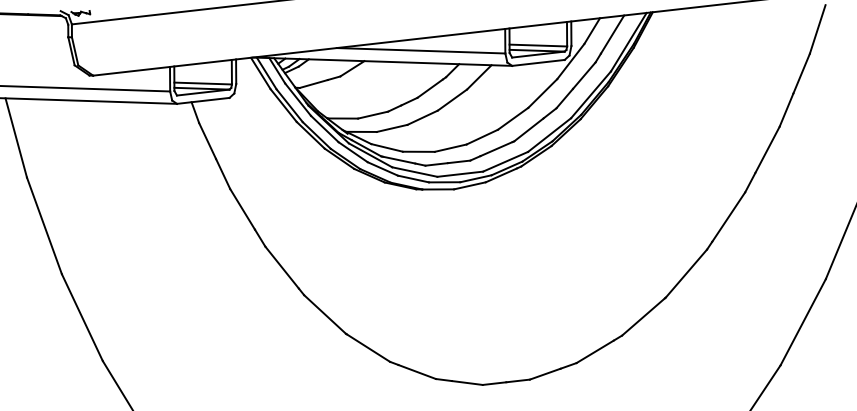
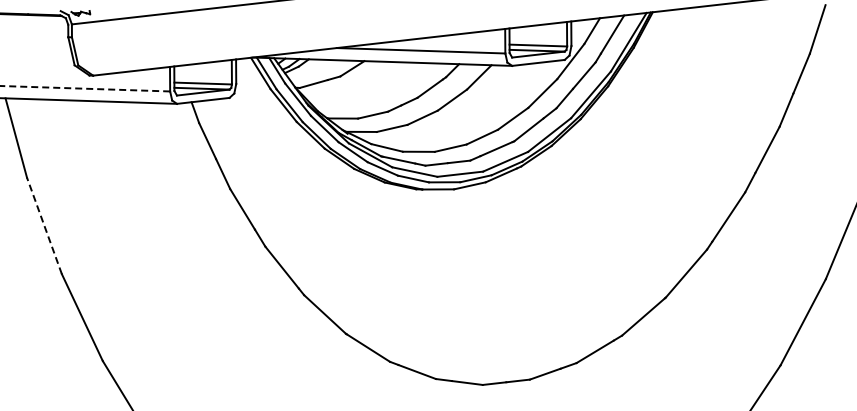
line at (85, 88): solid -> dashed
line at (44, 225): solid -> dashed
